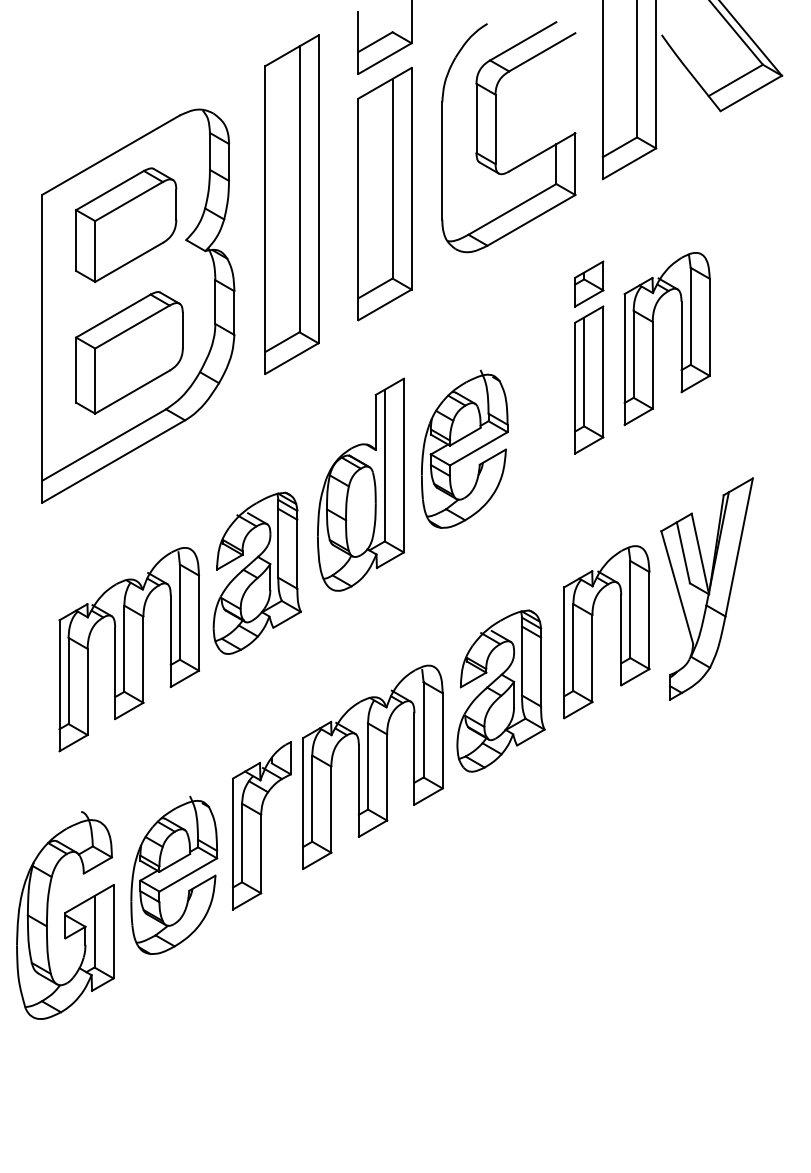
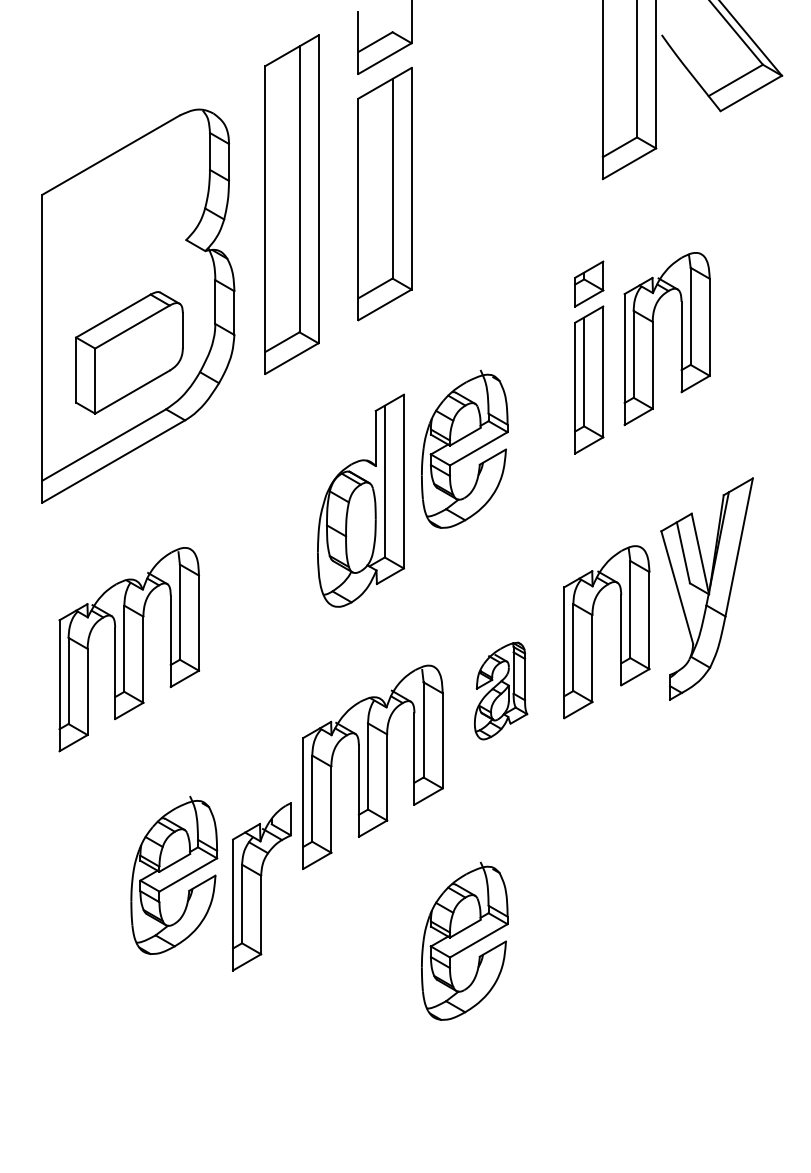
part at (496, 137): present -> none
part at (126, 224): present -> none
part at (360, 484) position: (360, 484) -> (360, 500)
part at (256, 572): present -> none
part at (500, 690) size: 90x164 px -> 55x100 px
part at (261, 825) position: (261, 825) -> (261, 886)
part at (65, 915): present -> none
part at (464, 940): none -> present
